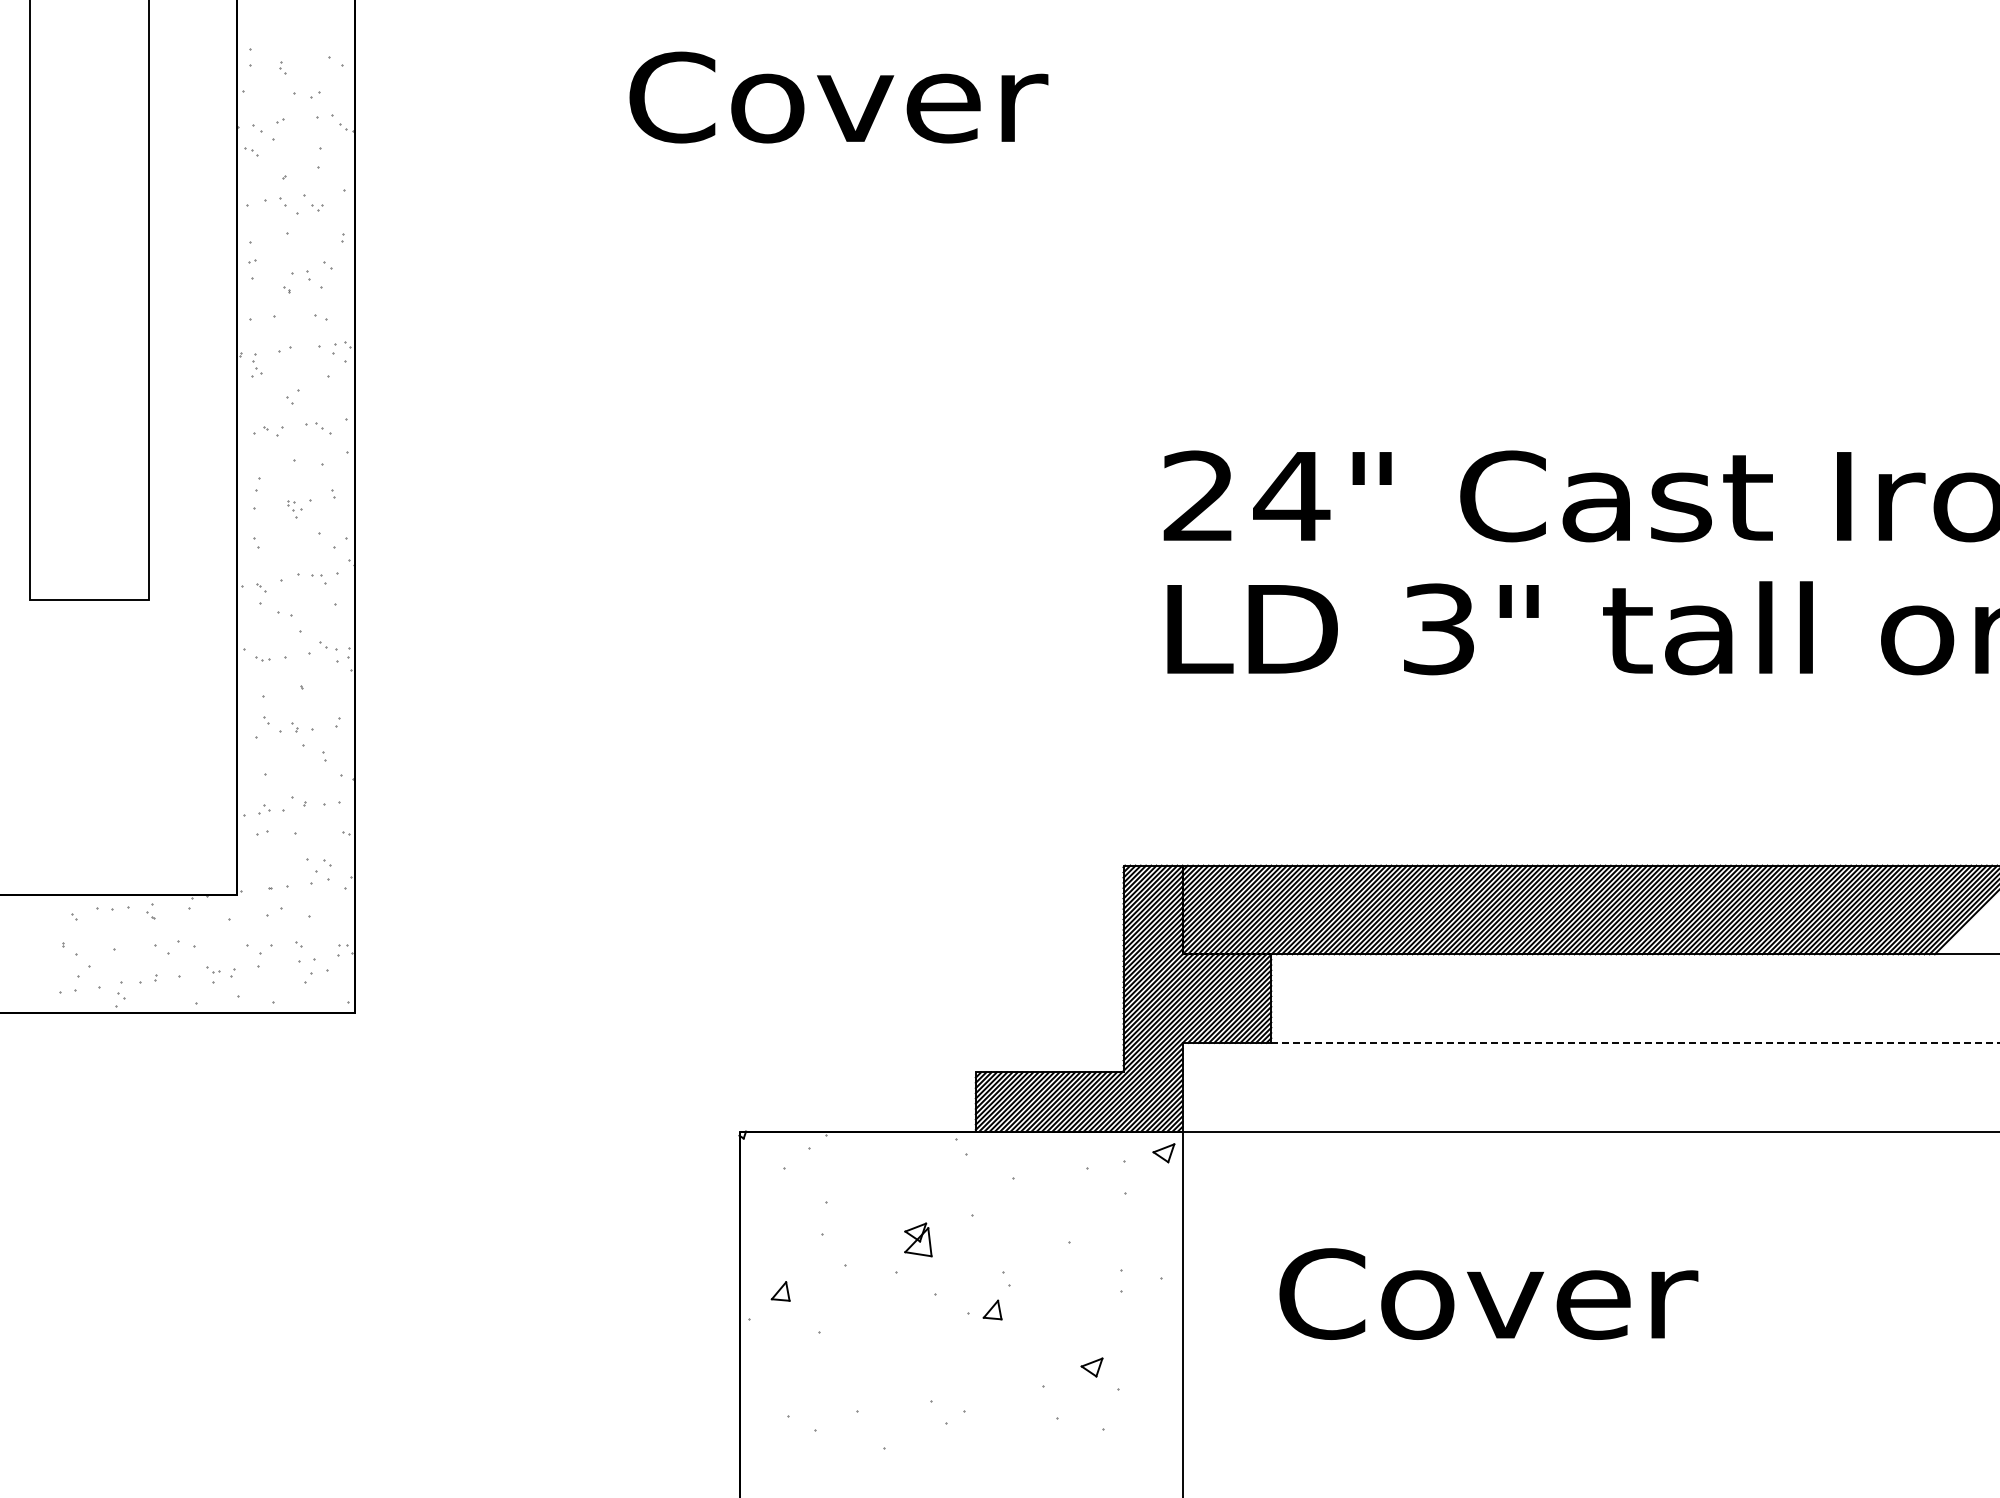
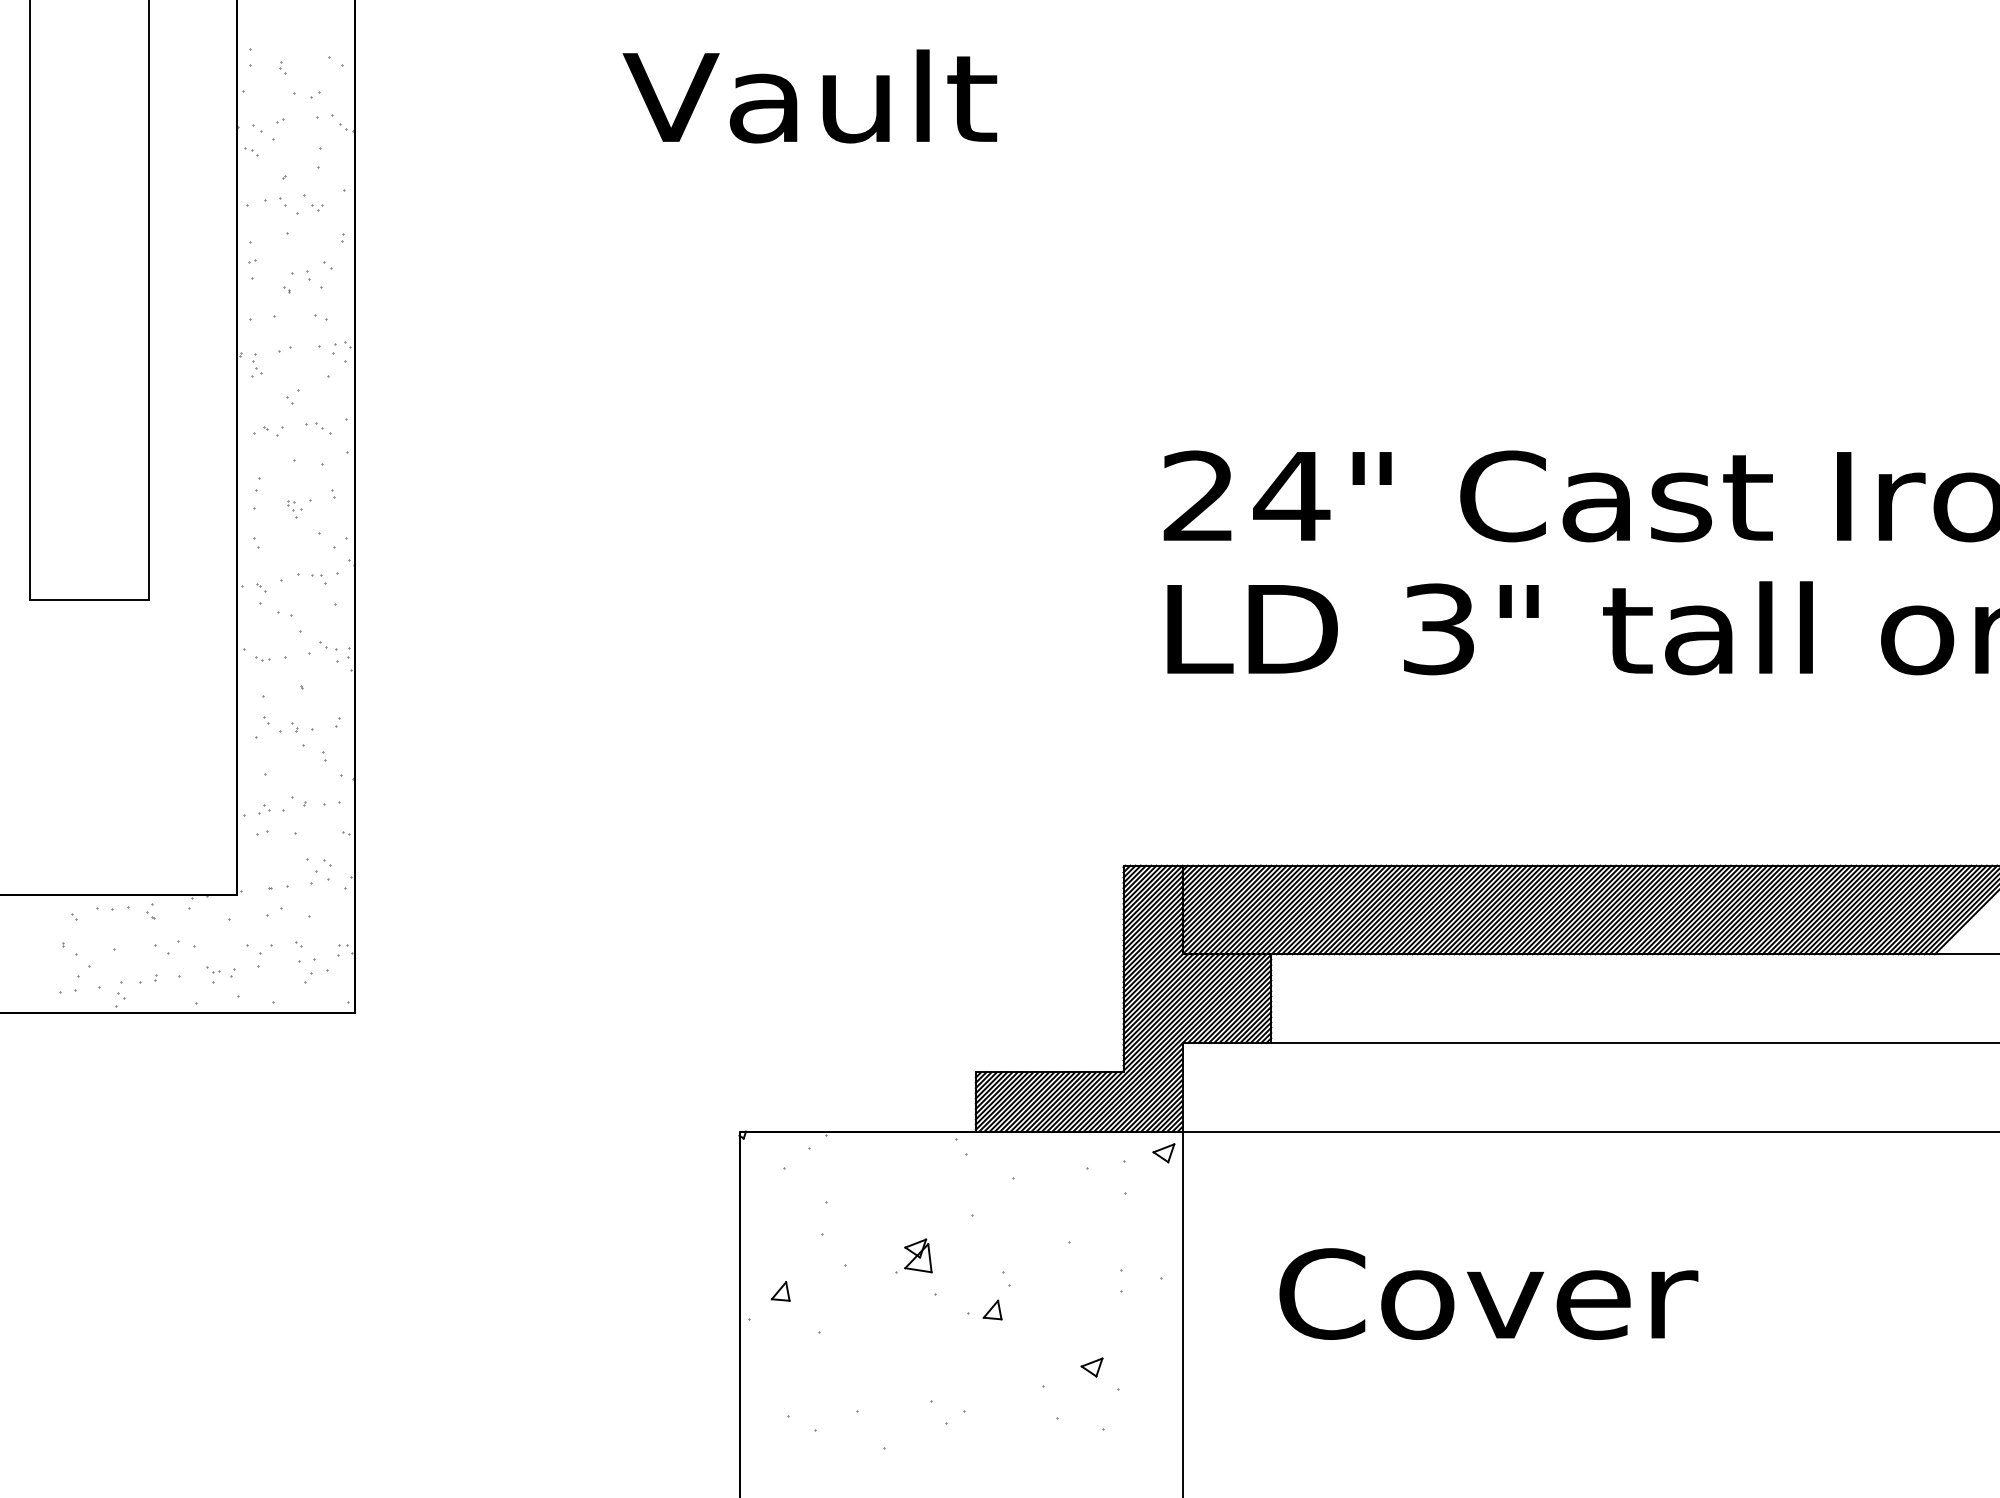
text at (835, 96): Cover -> Vault
line at (1635, 1042): dashed -> solid
part at (918, 1239) position: (918, 1239) -> (918, 1255)
